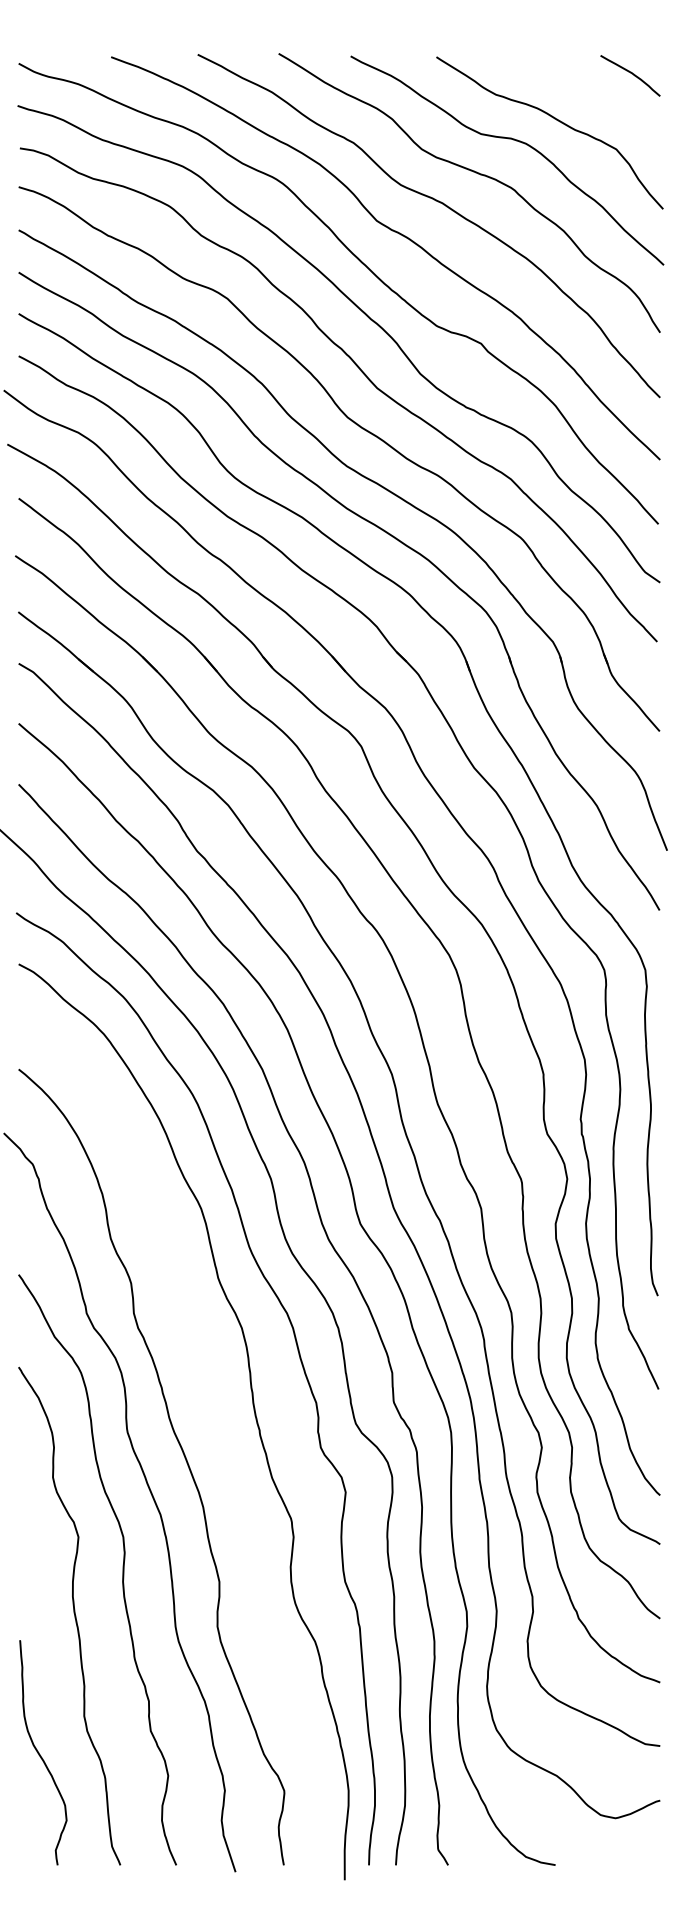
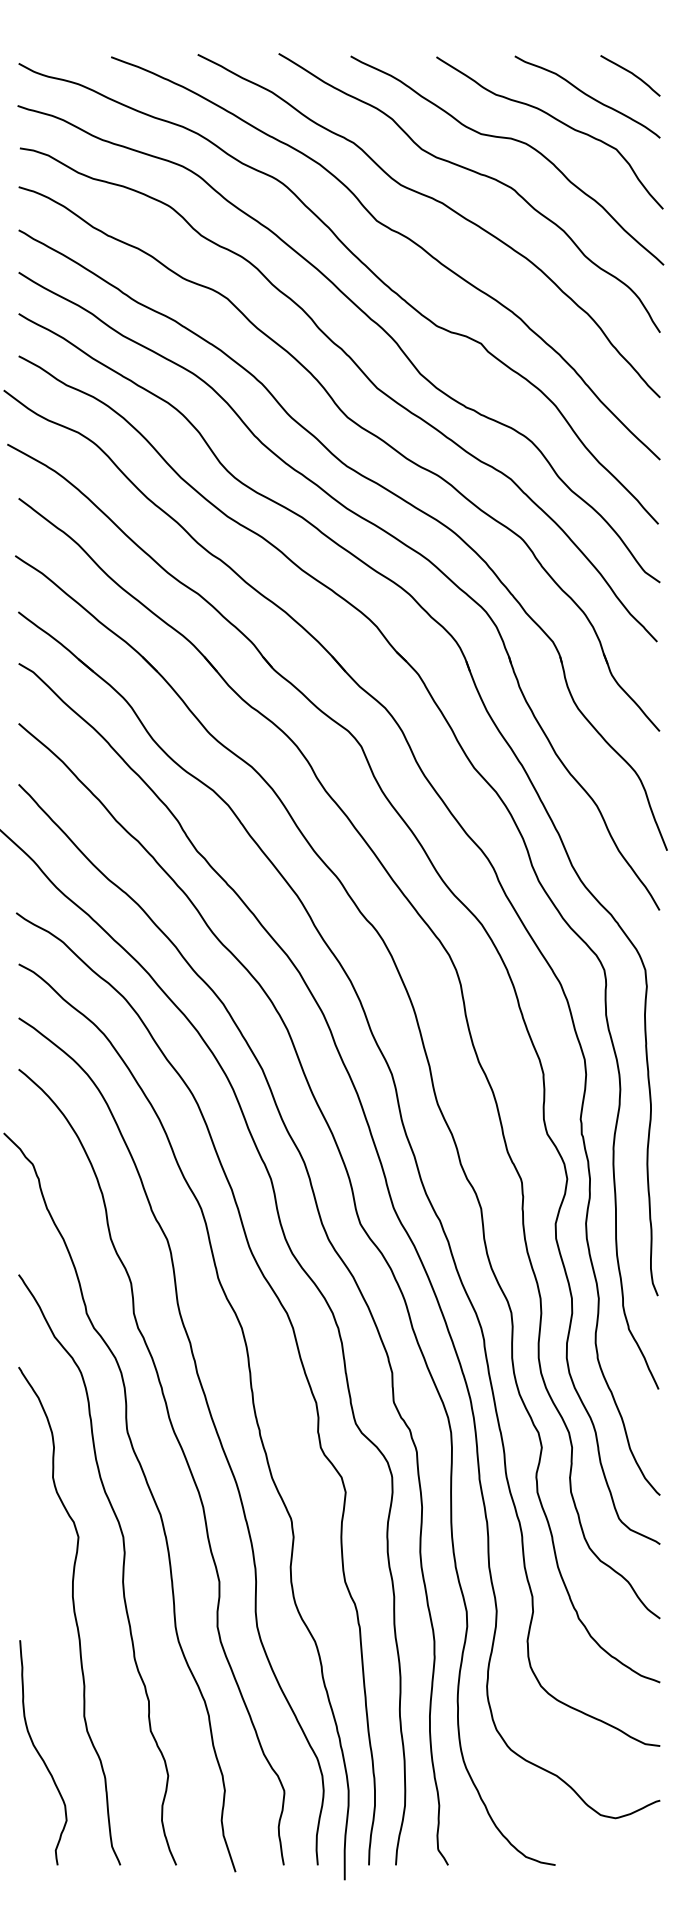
curve at (587, 96): none -> present
curve at (213, 1426): none -> present
